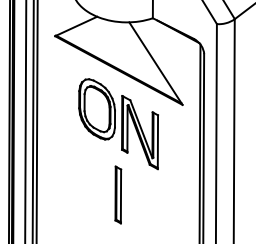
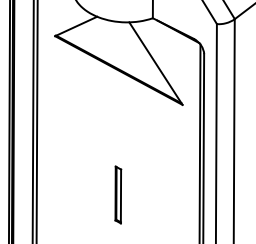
line at (25, 121): present -> none
part at (118, 124): present -> none
